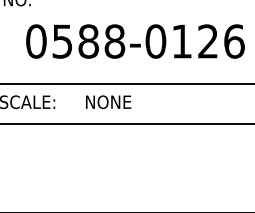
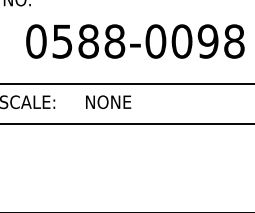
text at (207, 41): 0588-0126 -> 0588-0098
